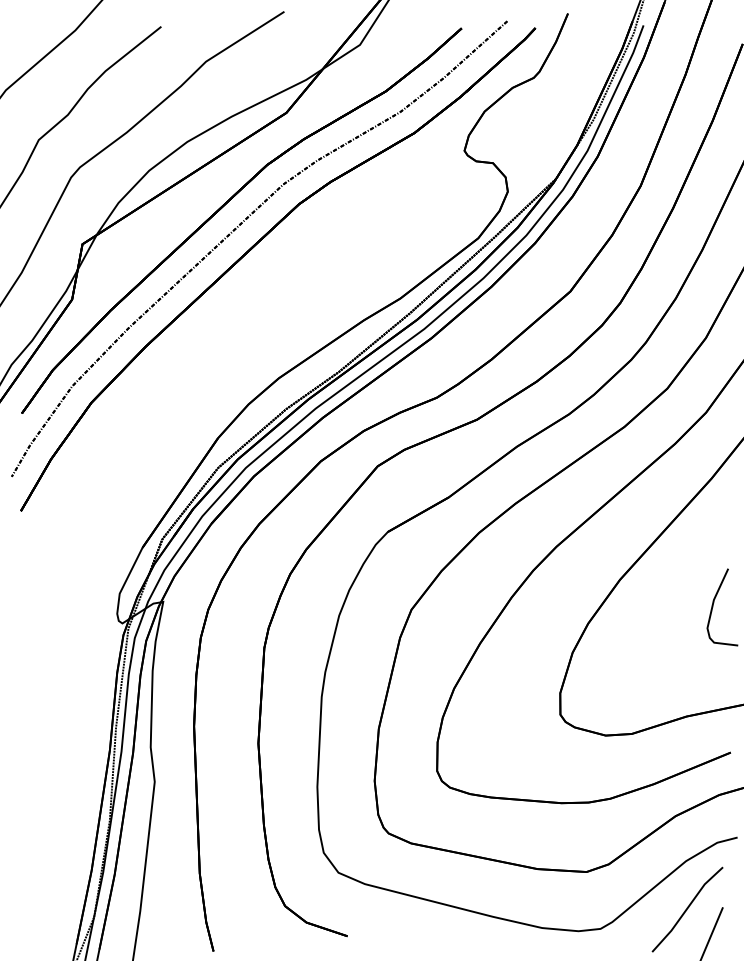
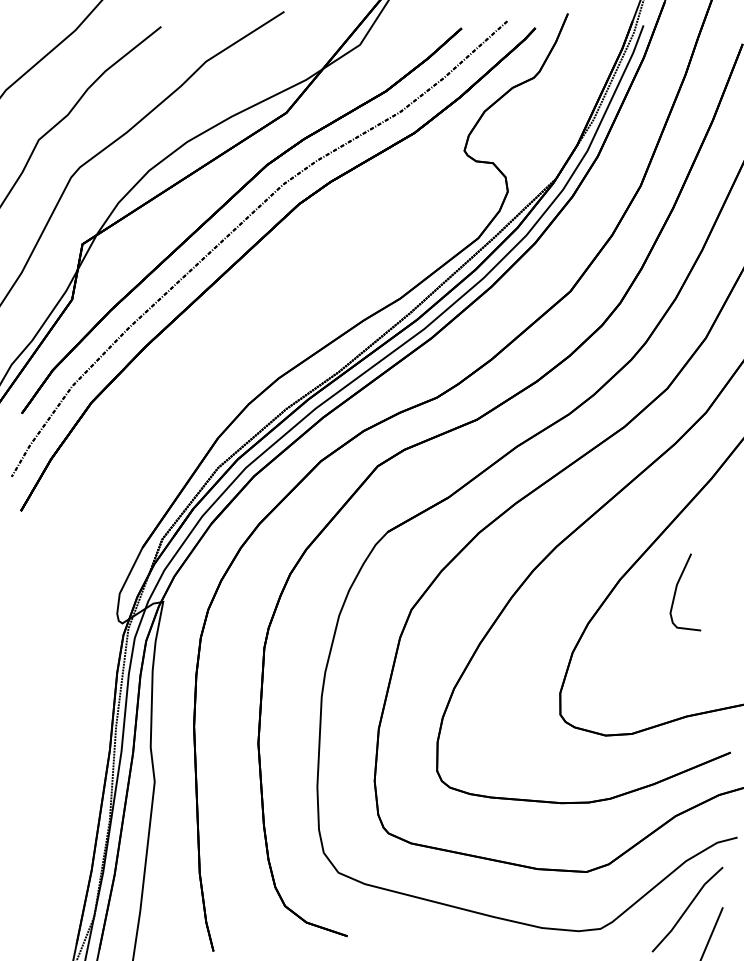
part at (713, 607) position: (713, 607) -> (676, 592)
